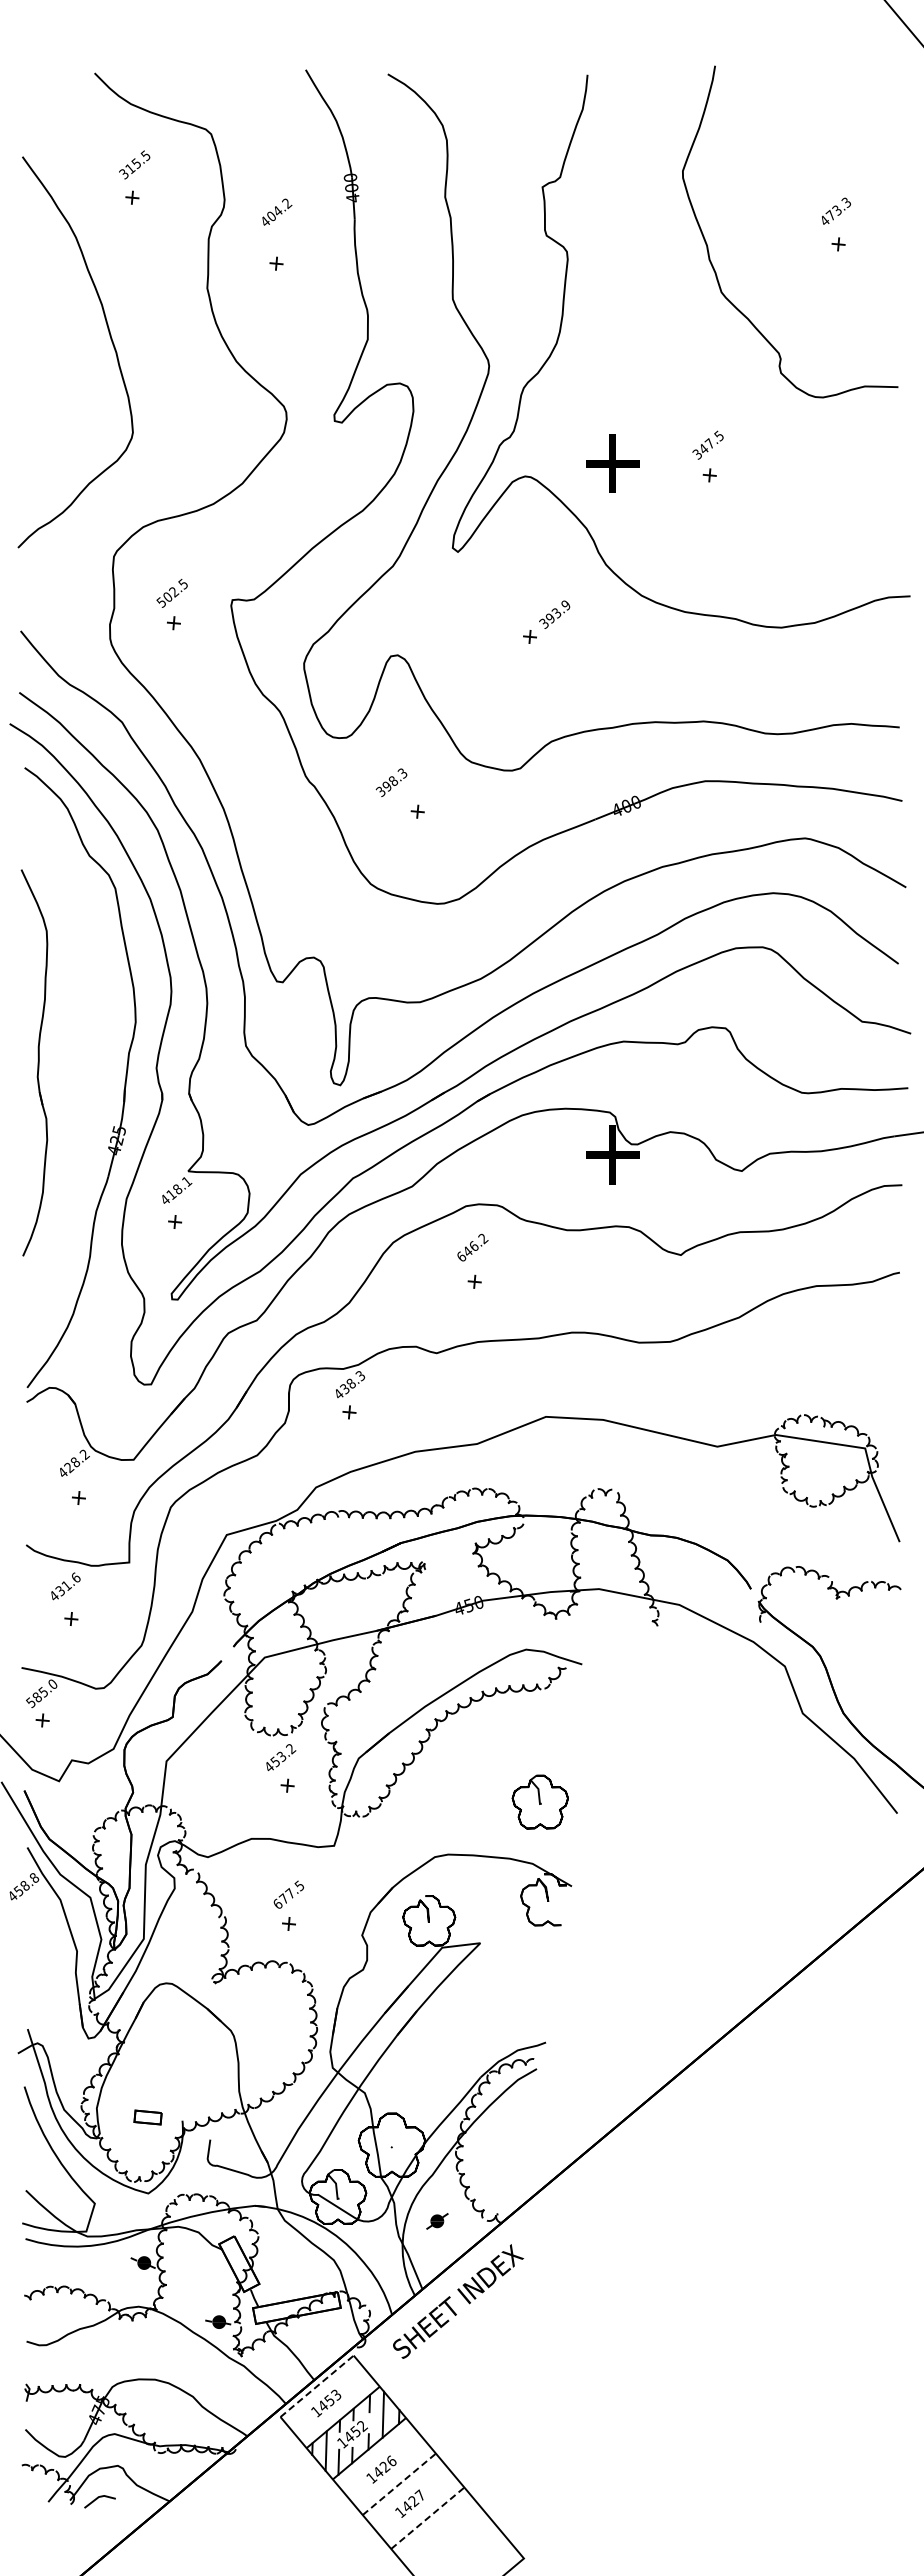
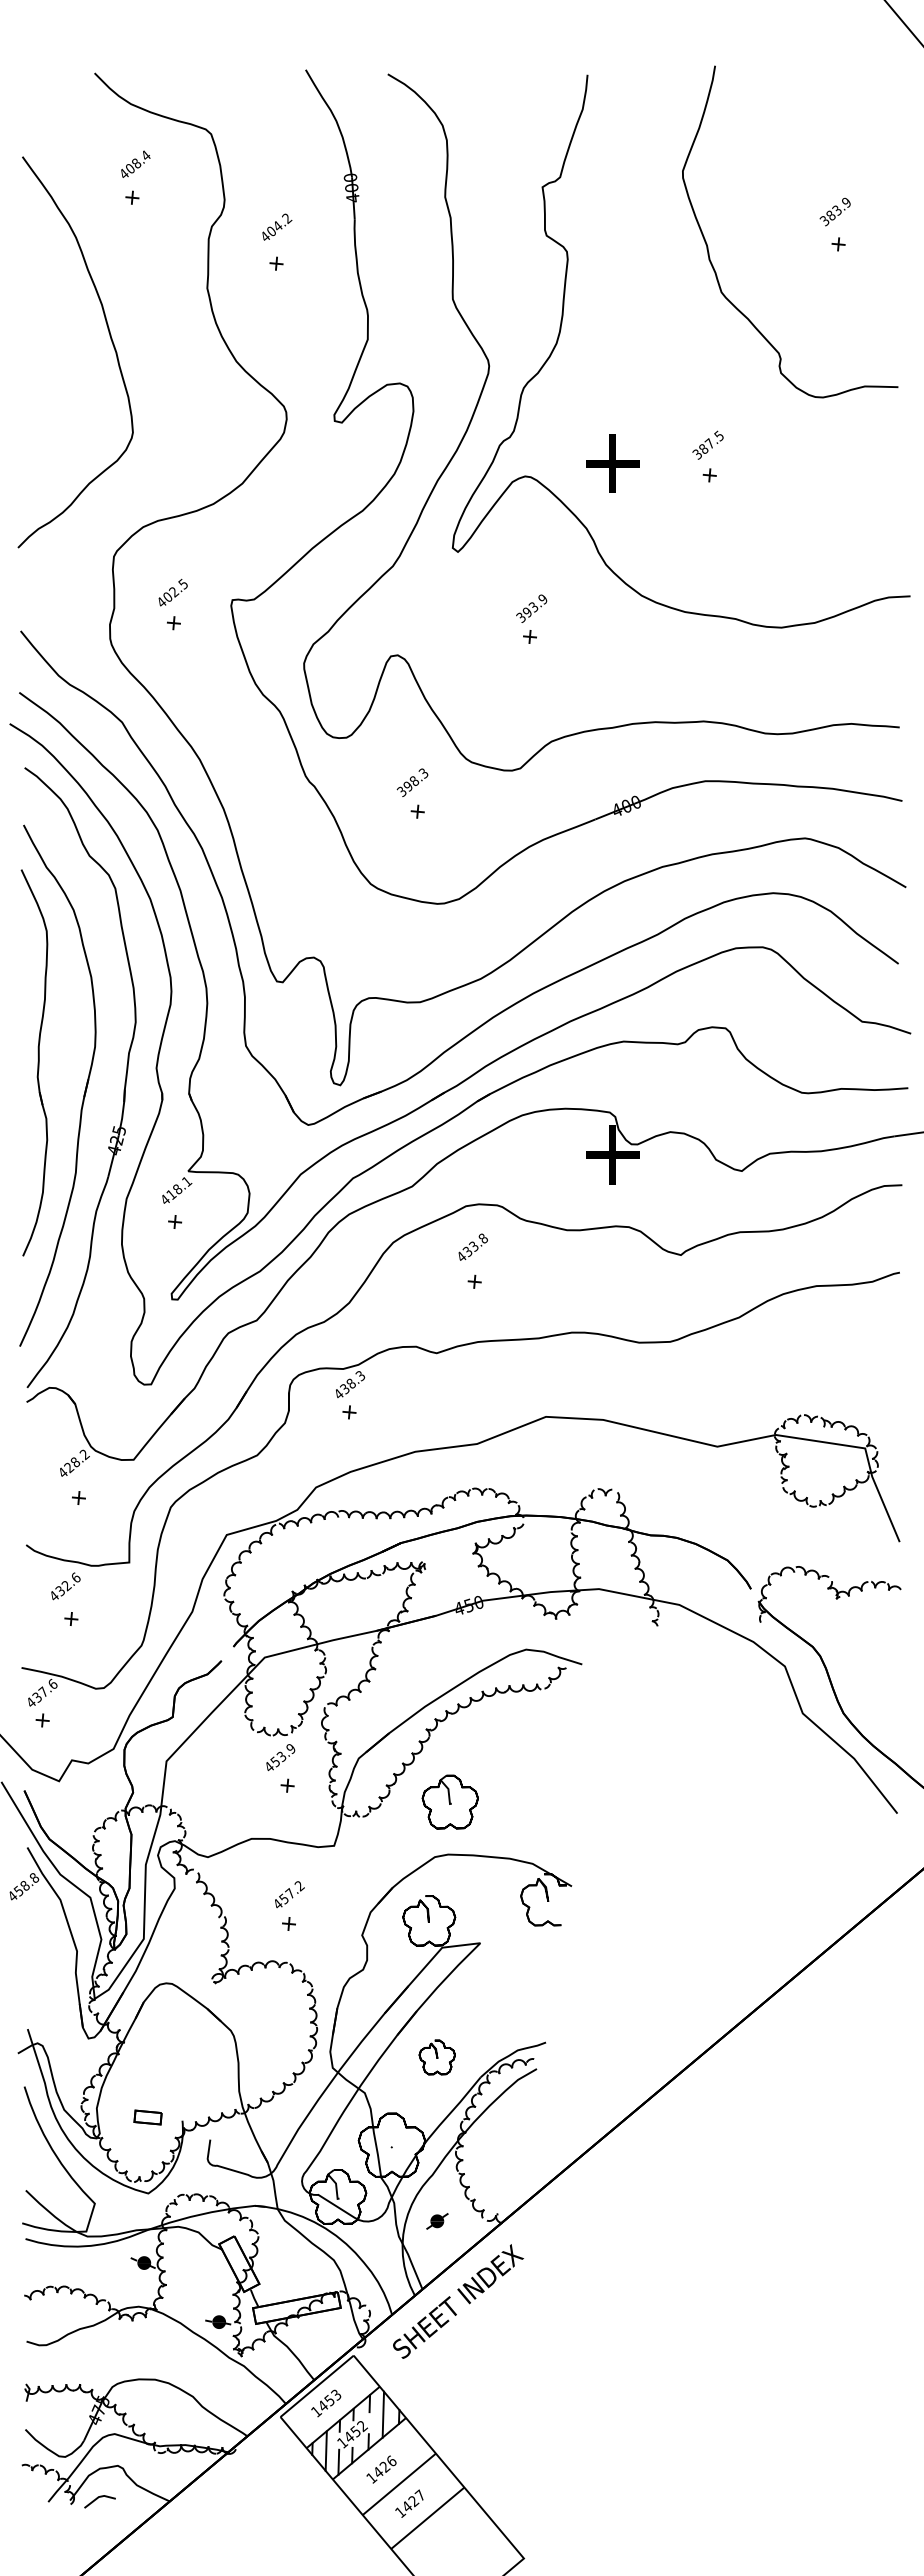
text at (134, 164): 315.5 -> 408.4
text at (277, 211) position: (277, 211) -> (277, 226)
text at (835, 211): 473.3 -> 383.9
text at (703, 448): 347.5 -> 387.5
text at (161, 602): 502.5 -> 402.5
text at (554, 614) position: (554, 614) -> (531, 608)
text at (391, 782) position: (391, 782) -> (412, 782)
part at (84, 1090): none -> present
text at (472, 1247): 646.2 -> 433.8
text at (65, 1586): 431.6 -> 432.6
text at (41, 1693): 585.0 -> 437.6
text at (291, 1749): 453.2 -> 453.9
curve at (539, 1801) position: (539, 1801) -> (449, 1801)
text at (288, 1894): 677.5 -> 457.2
part at (436, 2057): none -> present
line at (317, 2386): dashed -> solid
line at (399, 2484): dashed -> solid
line at (427, 2518): dashed -> solid
